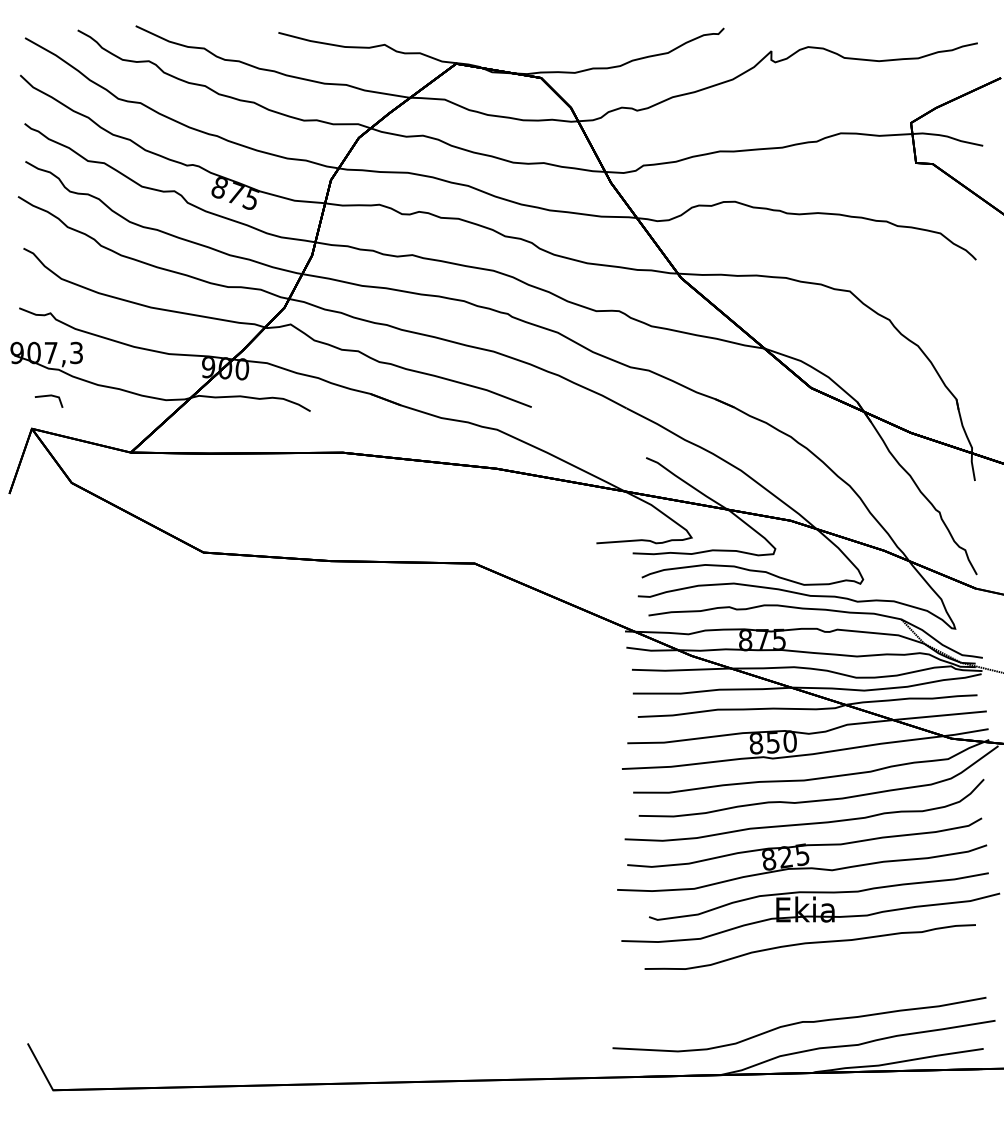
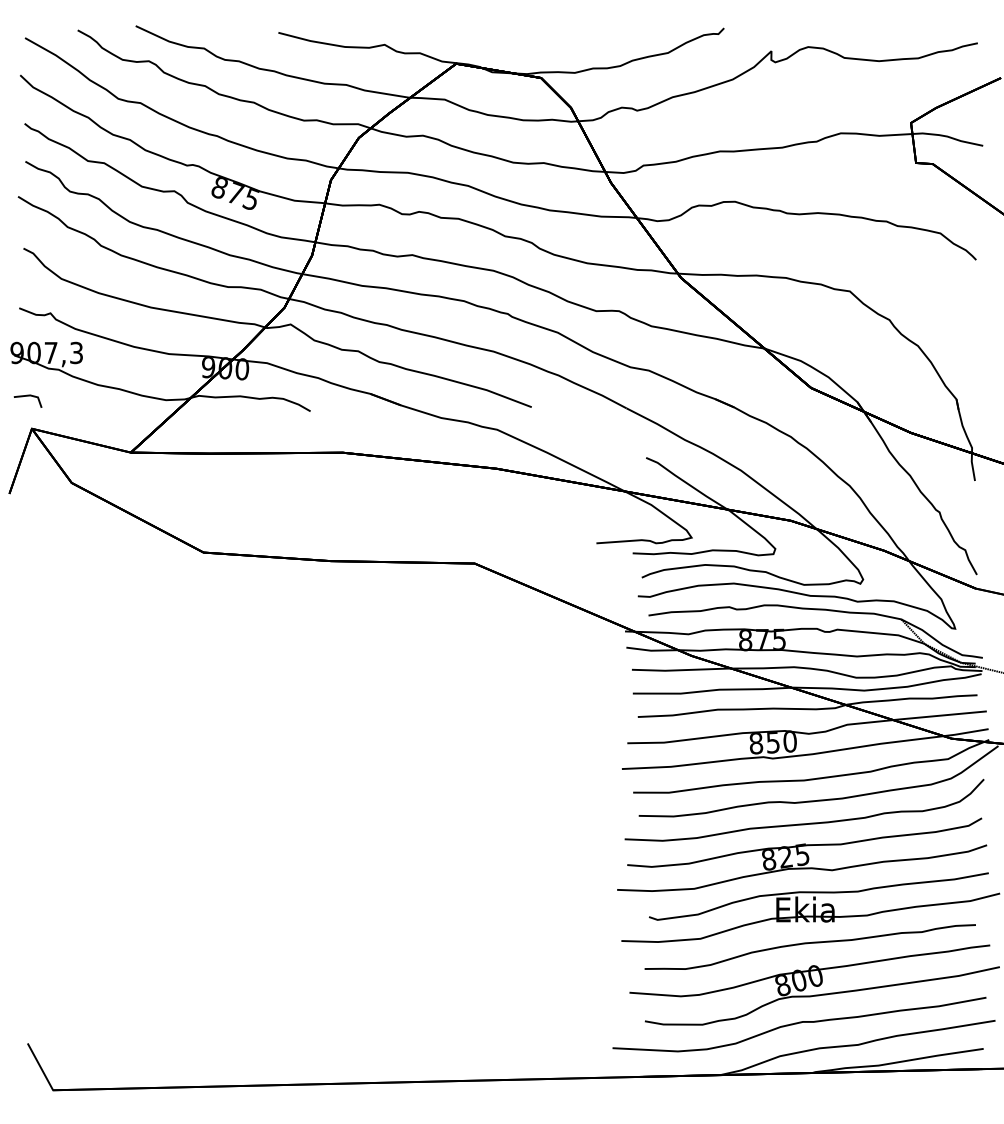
line at (48, 396) position: (48, 396) -> (27, 396)
part at (814, 984): none -> present
